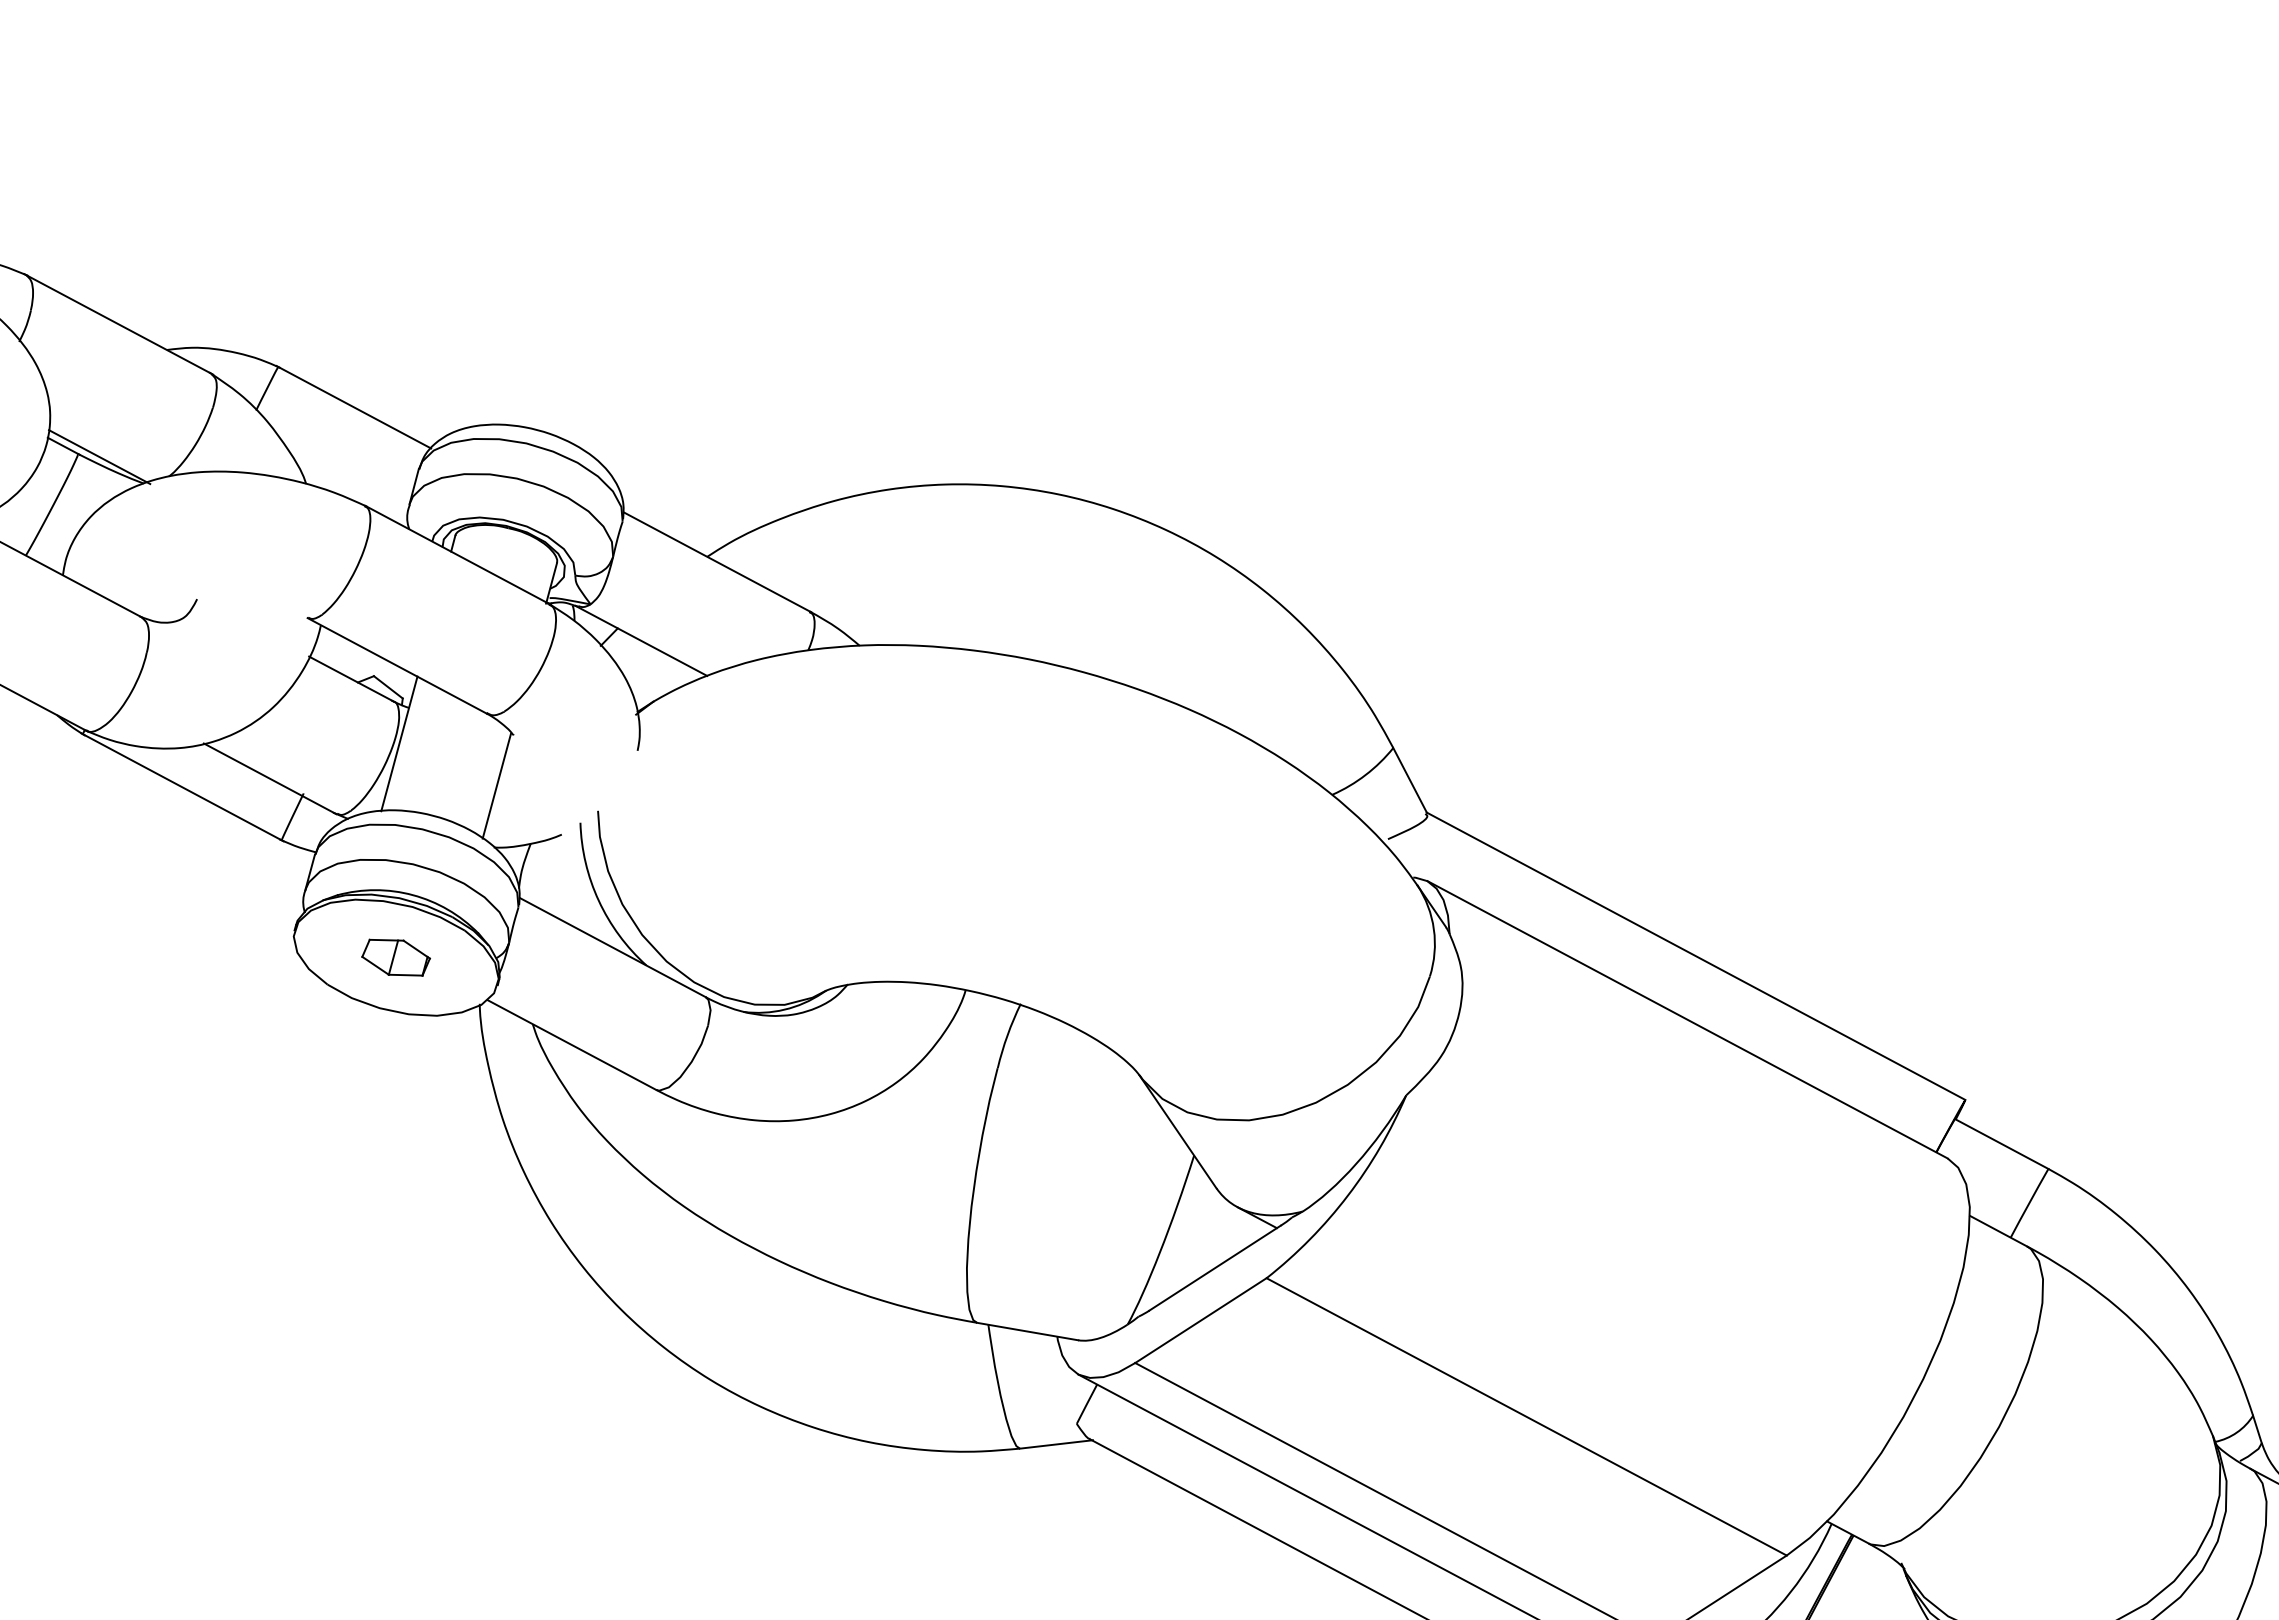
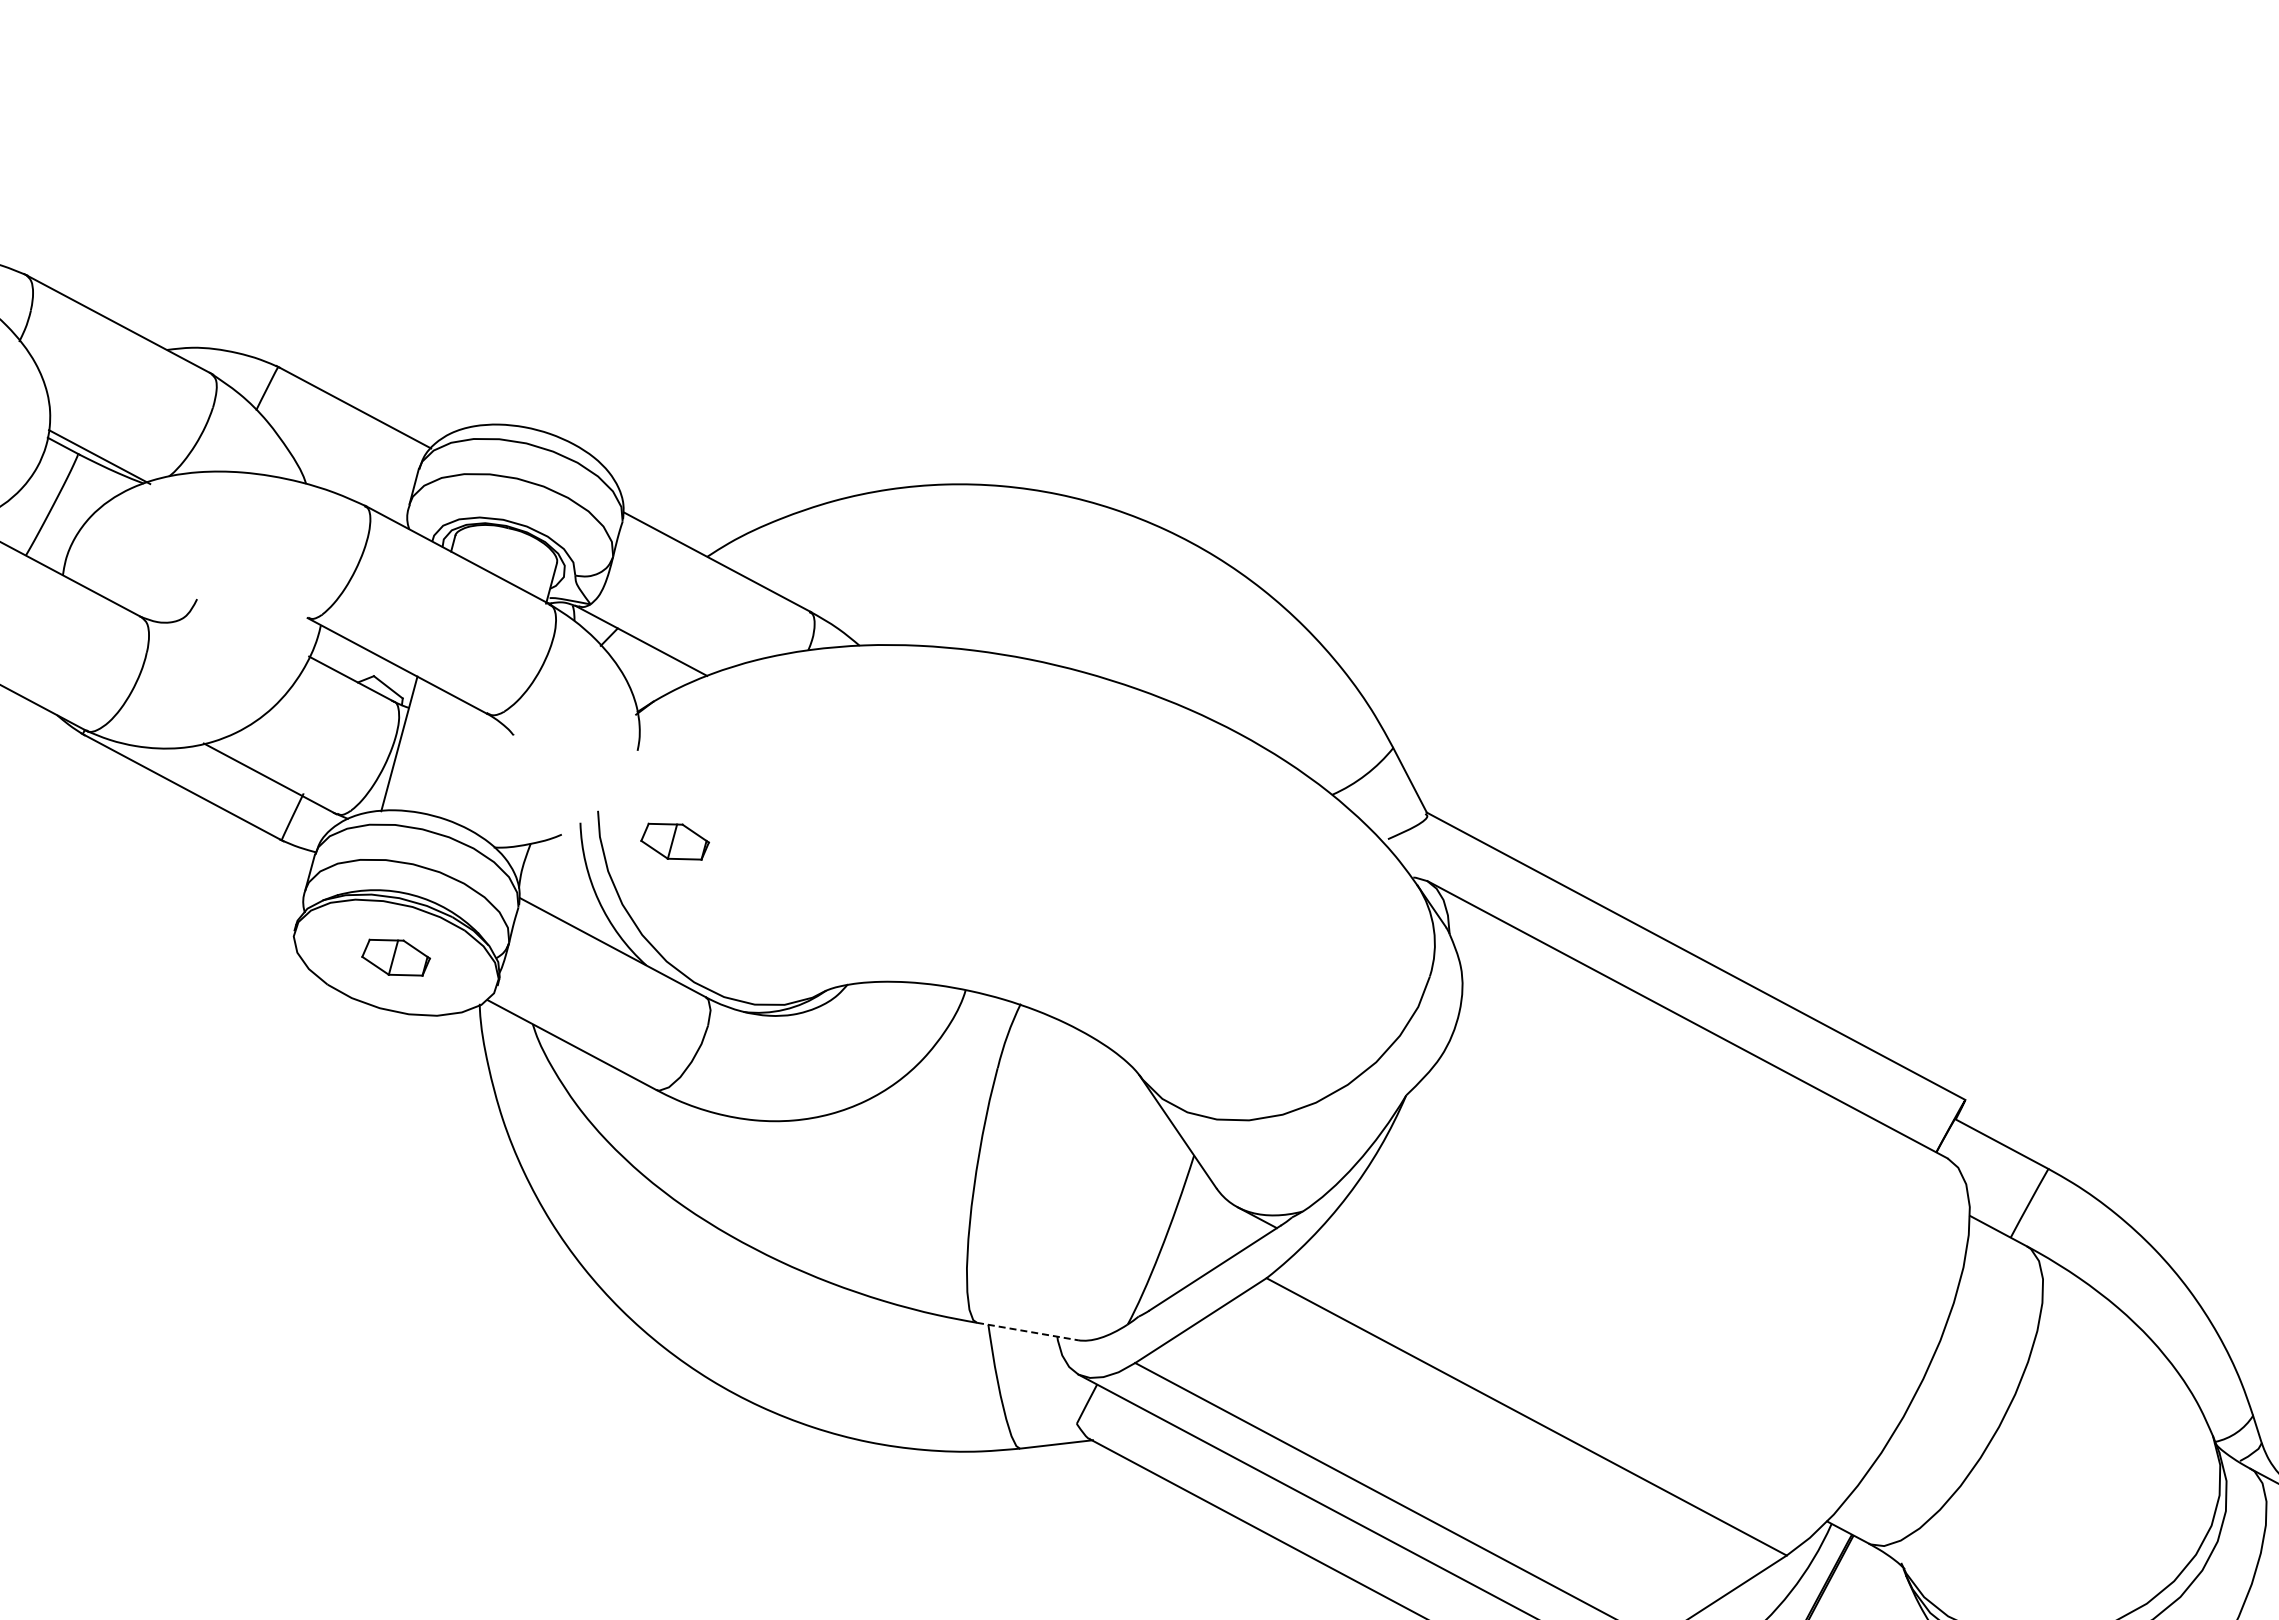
line at (496, 786): present -> none
part at (674, 841): none -> present
line at (1028, 1331): solid -> dashed
